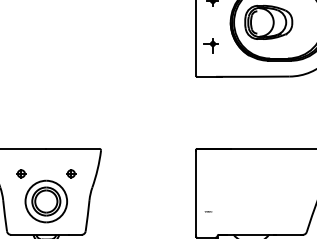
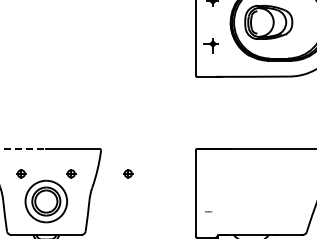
line at (23, 148): solid -> dashed
part at (128, 173): none -> present
